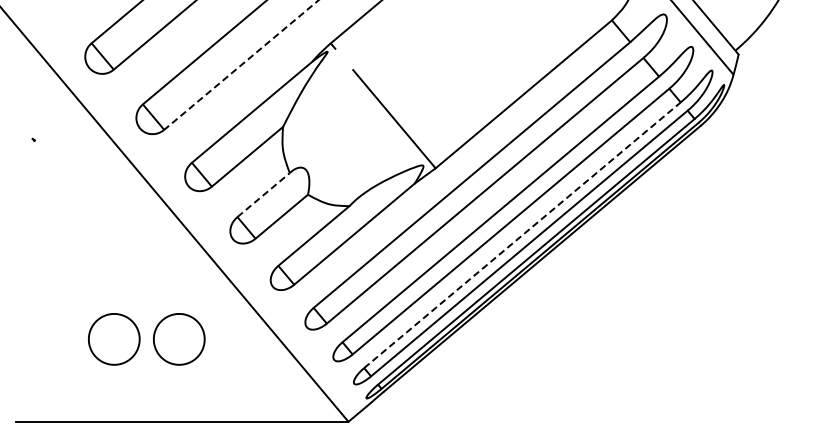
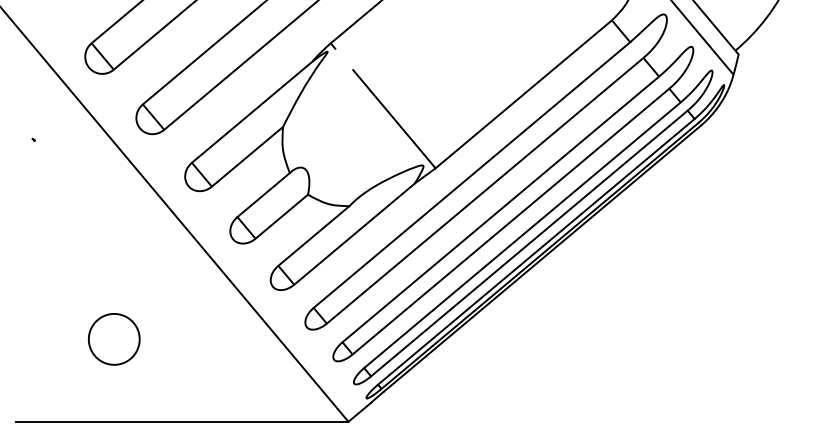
line at (241, 65): dashed -> solid
line at (264, 194): dashed -> solid
line at (522, 235): dashed -> solid
part at (179, 339): present -> none
